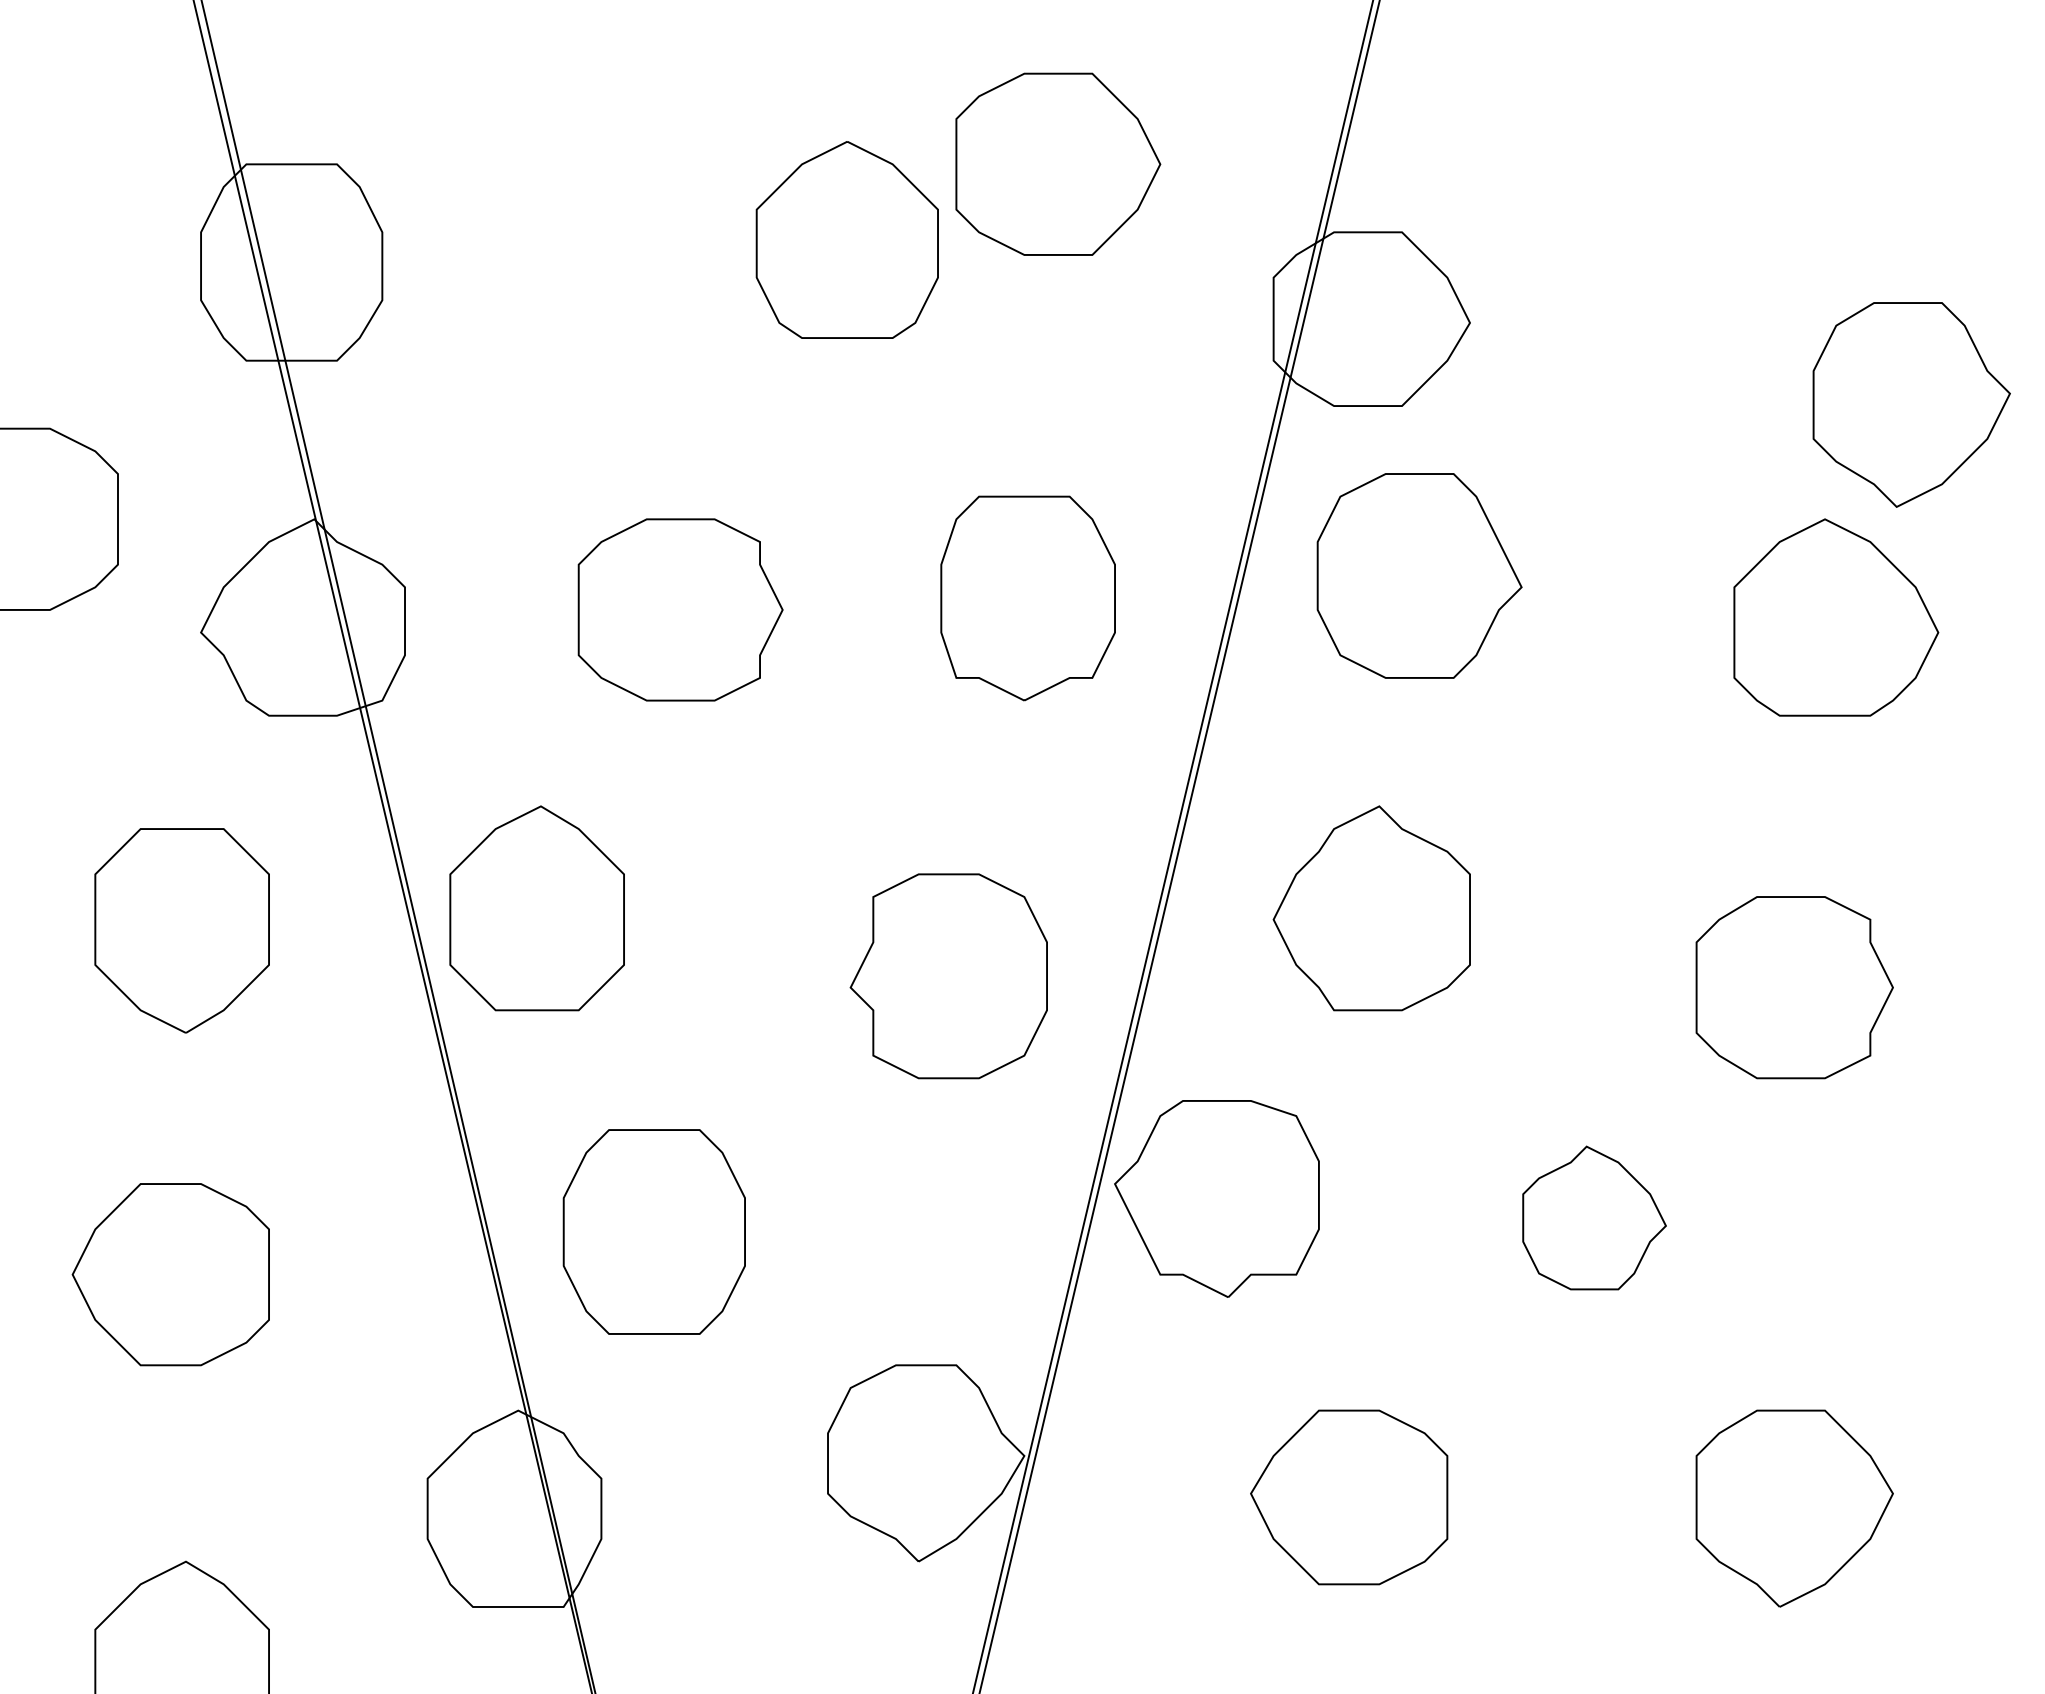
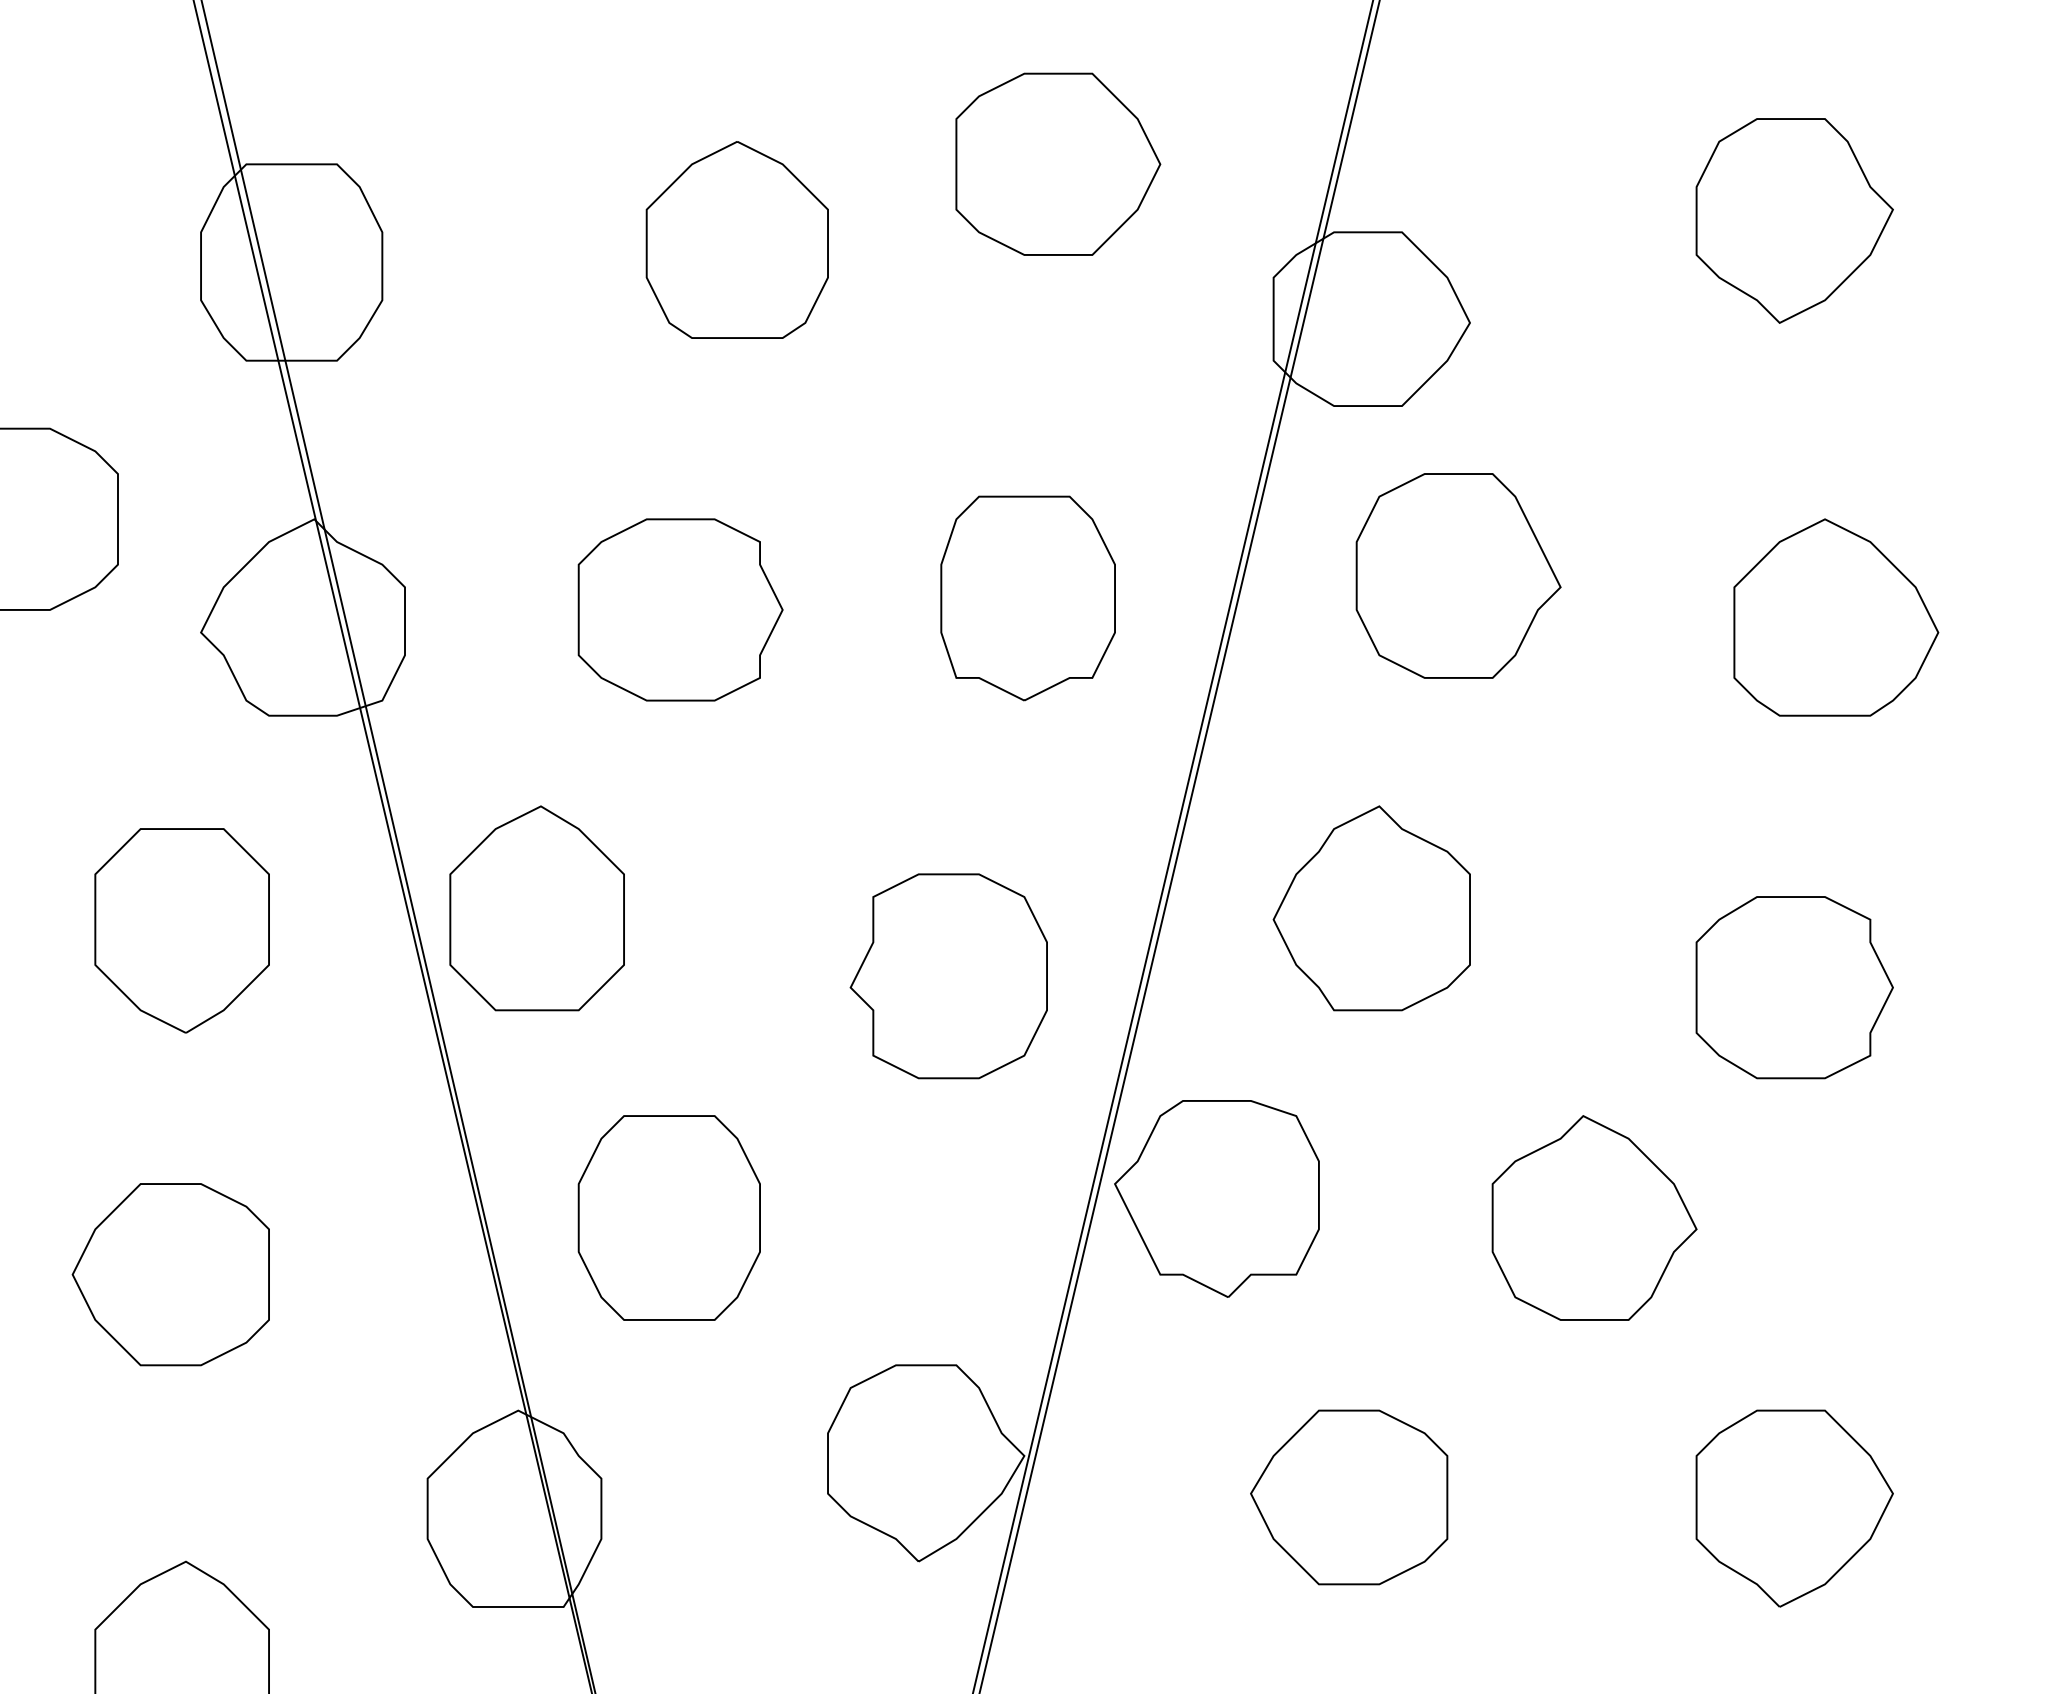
part at (846, 239) position: (846, 239) -> (736, 239)
part at (1911, 404) position: (1911, 404) -> (1794, 220)
part at (1419, 575) position: (1419, 575) -> (1458, 575)
part at (1594, 1217) size: 145x146 px -> 207x206 px
part at (653, 1231) position: (653, 1231) -> (668, 1217)
